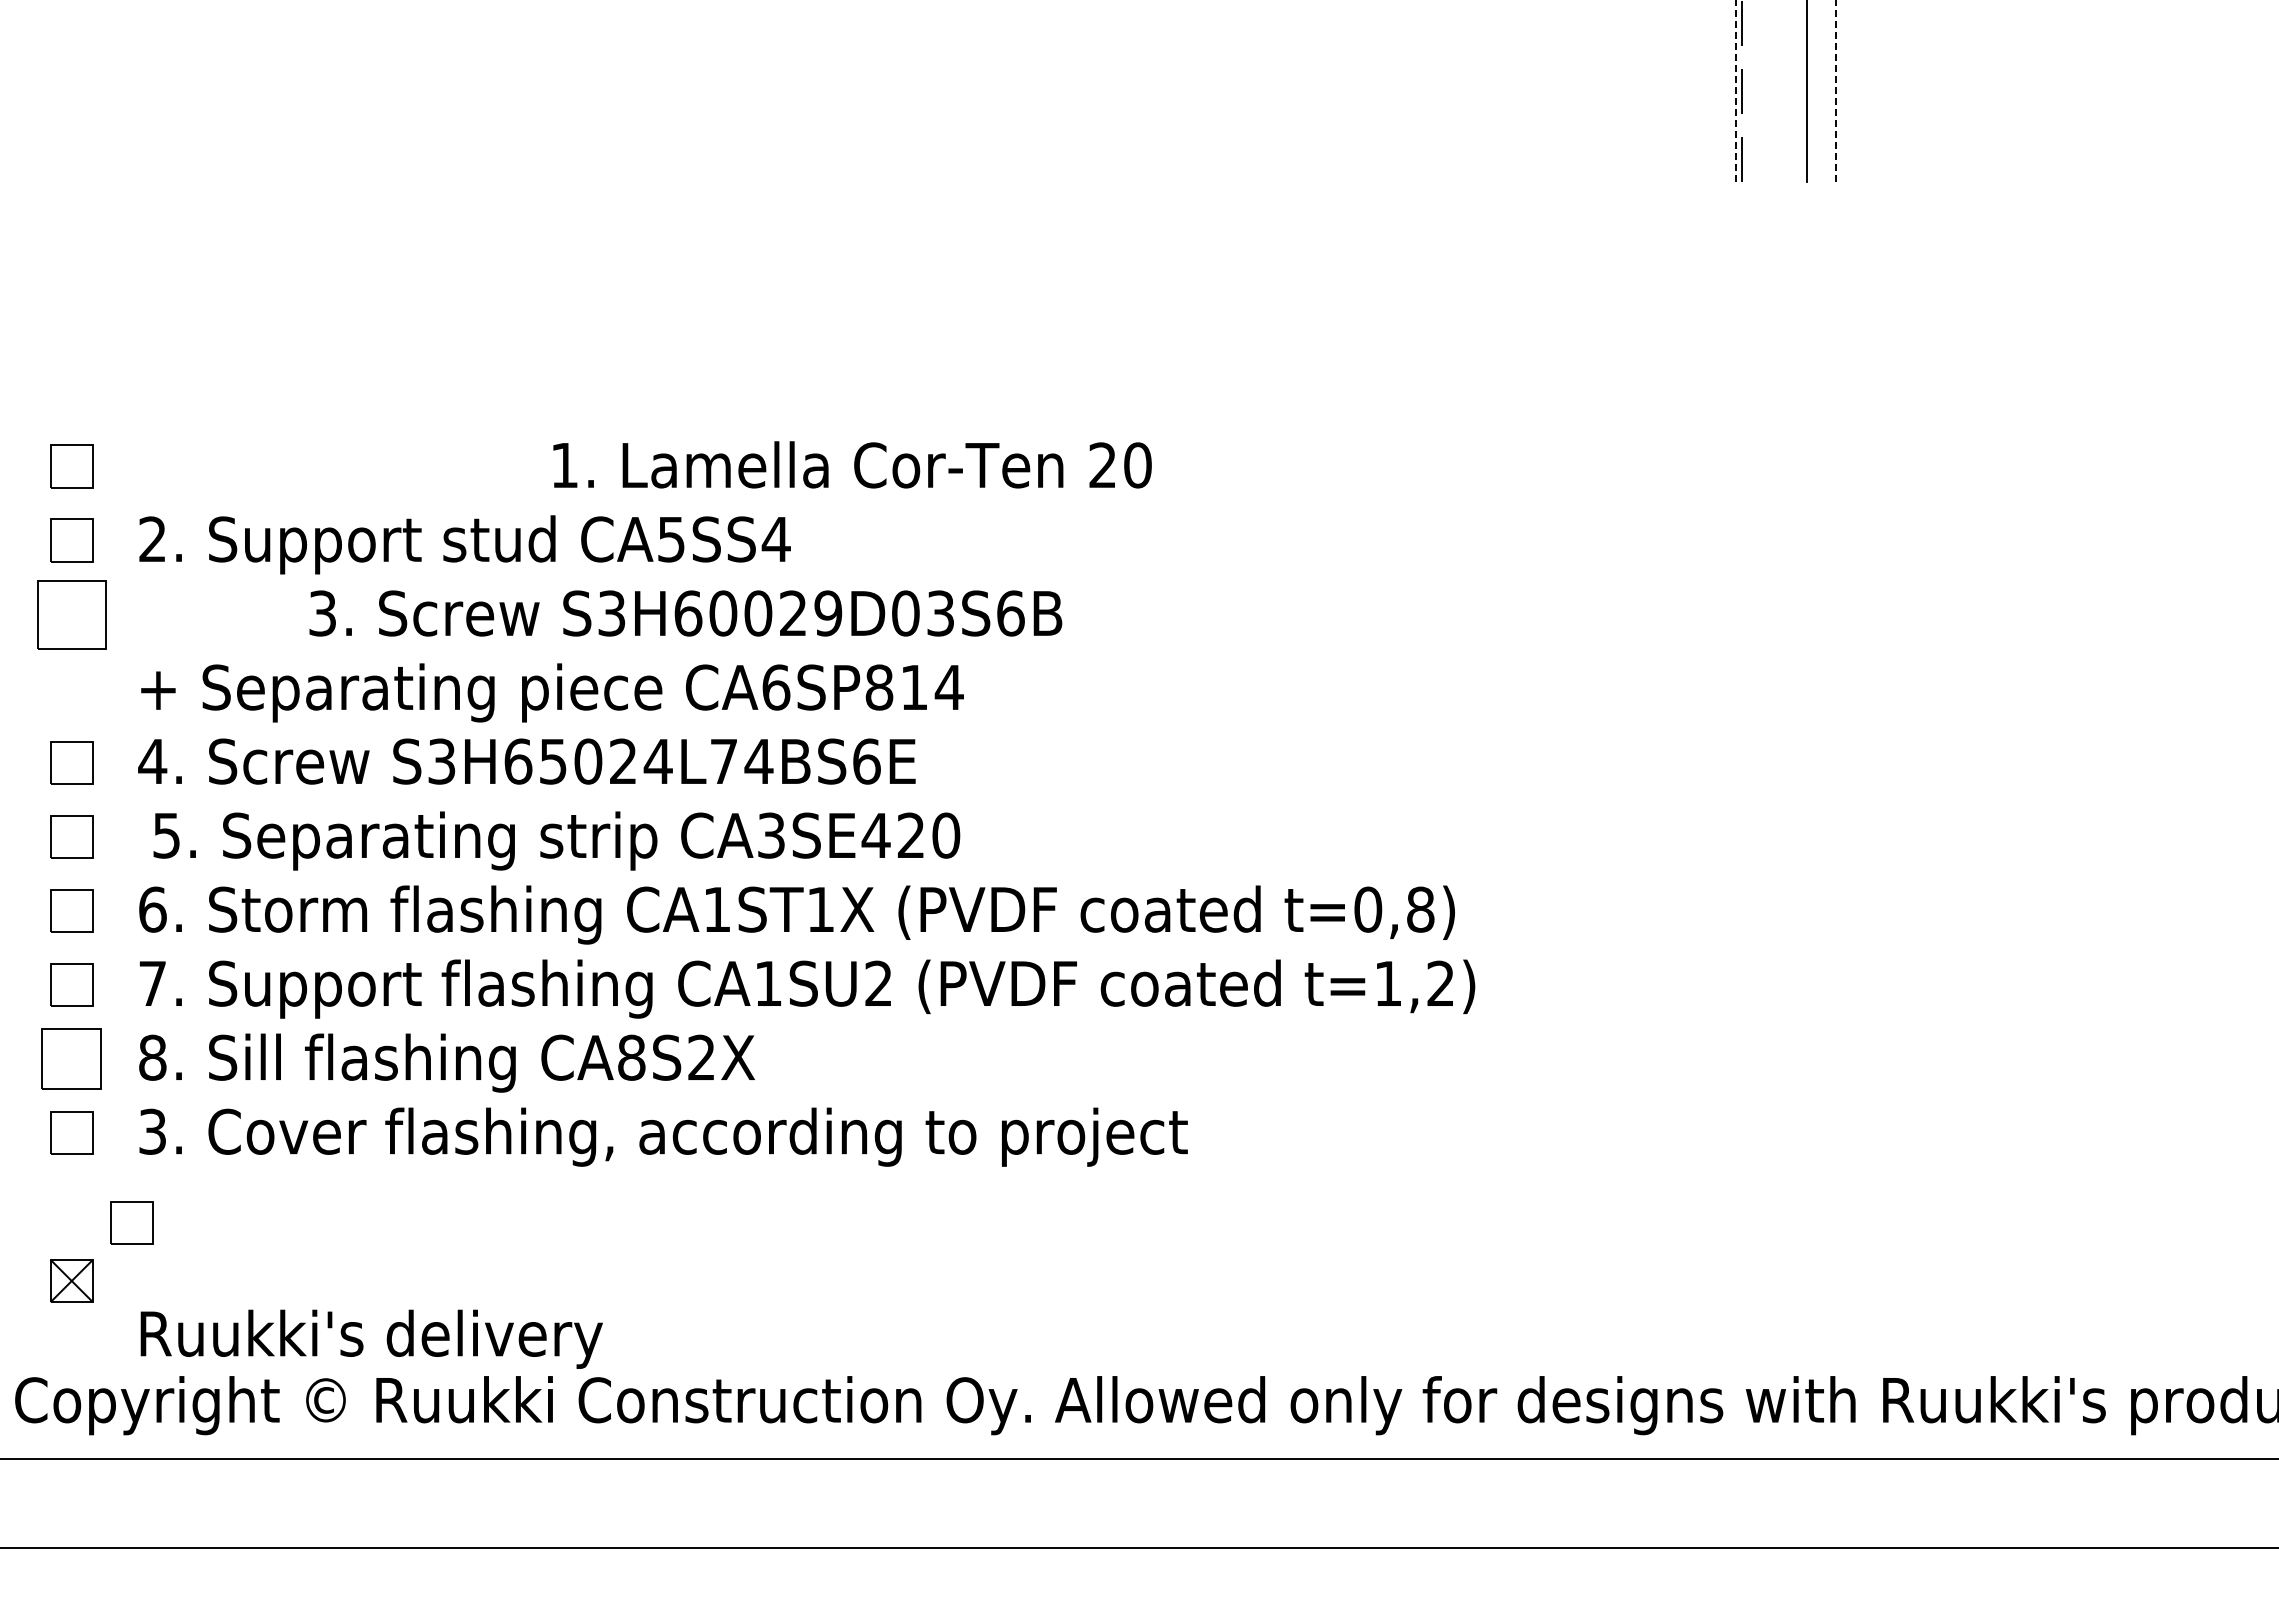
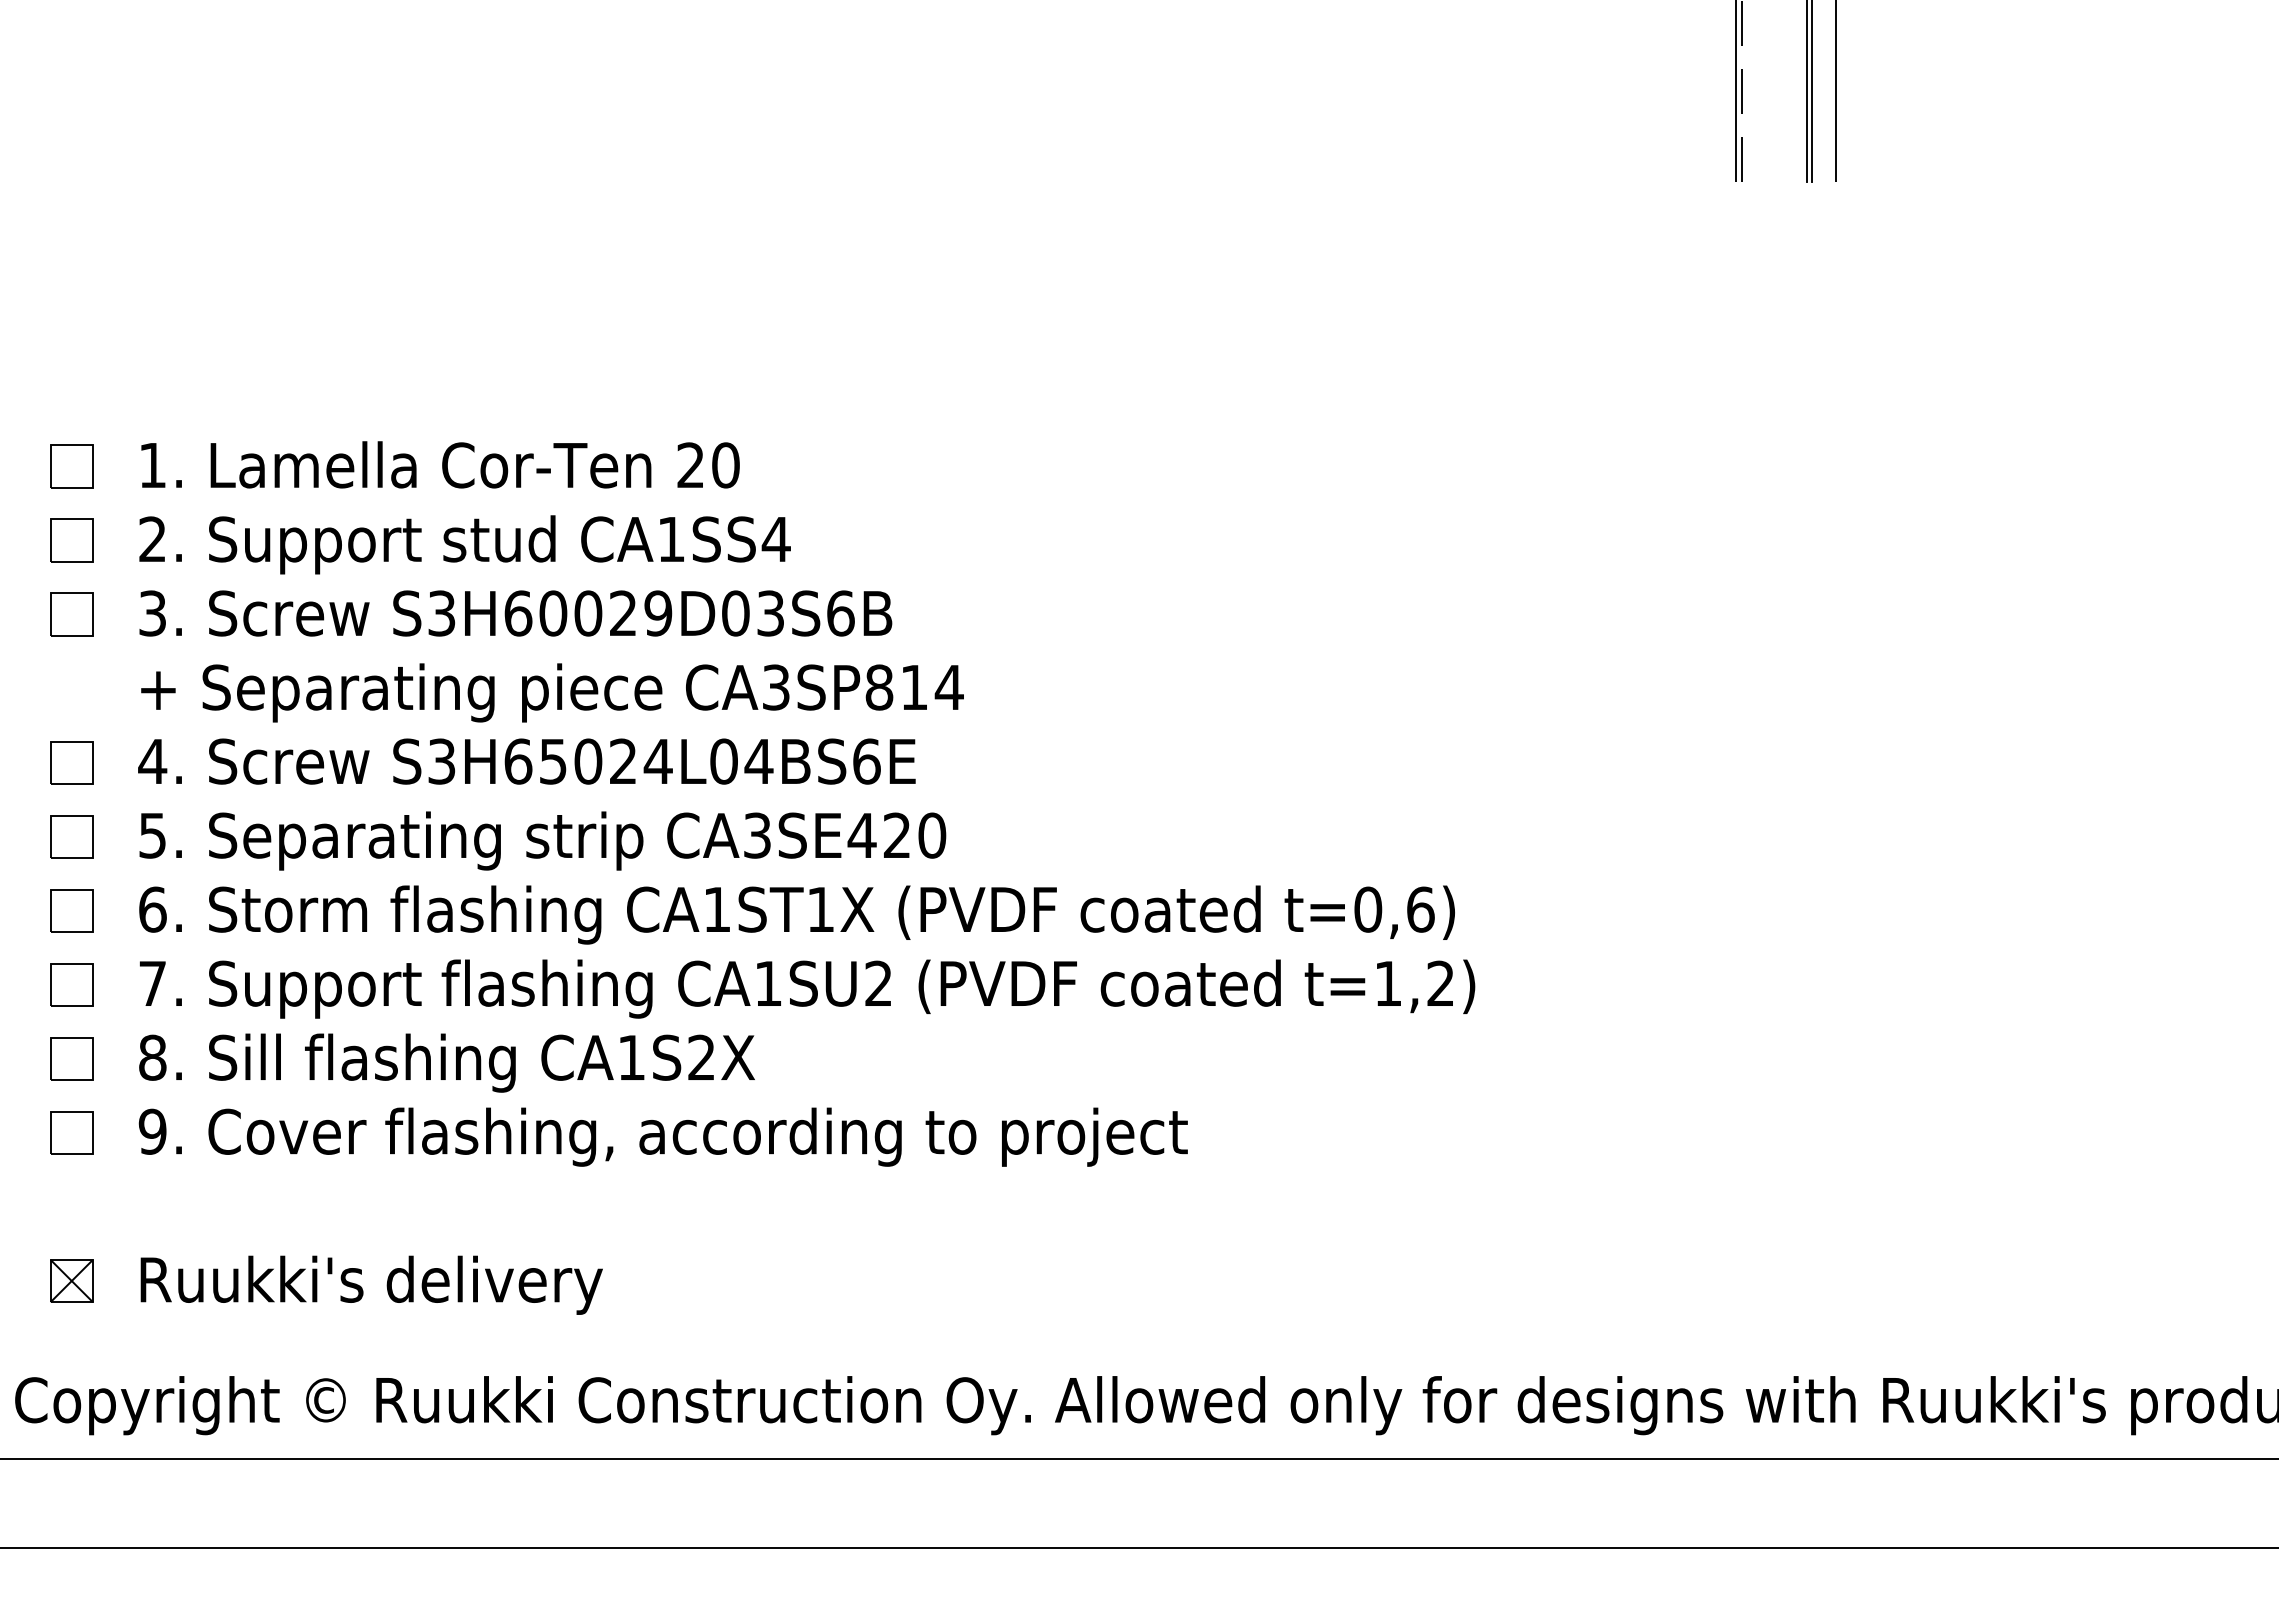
line at (1836, 0): dashed -> solid
line at (1812, 92): none -> present
text at (852, 464) position: (852, 464) -> (440, 464)
text at (671, 539): CA5SS4 -> CA1SS4
text at (685, 613) position: (685, 613) -> (515, 613)
part at (71, 614) size: 70x70 px -> 44x45 px
text at (776, 687): CA6SP814 -> CA3SP814
text at (723, 761): S3H65024L74BS6E -> S3H65024L04BS6E
text at (556, 840) position: (556, 840) -> (542, 840)
text at (1420, 909): t=0,8) -> t=0,6)
text at (631, 1057): CA8S2X -> CA1S2X
part at (71, 1058) size: 61x62 px -> 44x44 px
text at (152, 1131): 3. -> 9.
part at (131, 1222): present -> none
text at (371, 1338) position: (371, 1338) -> (371, 1284)
